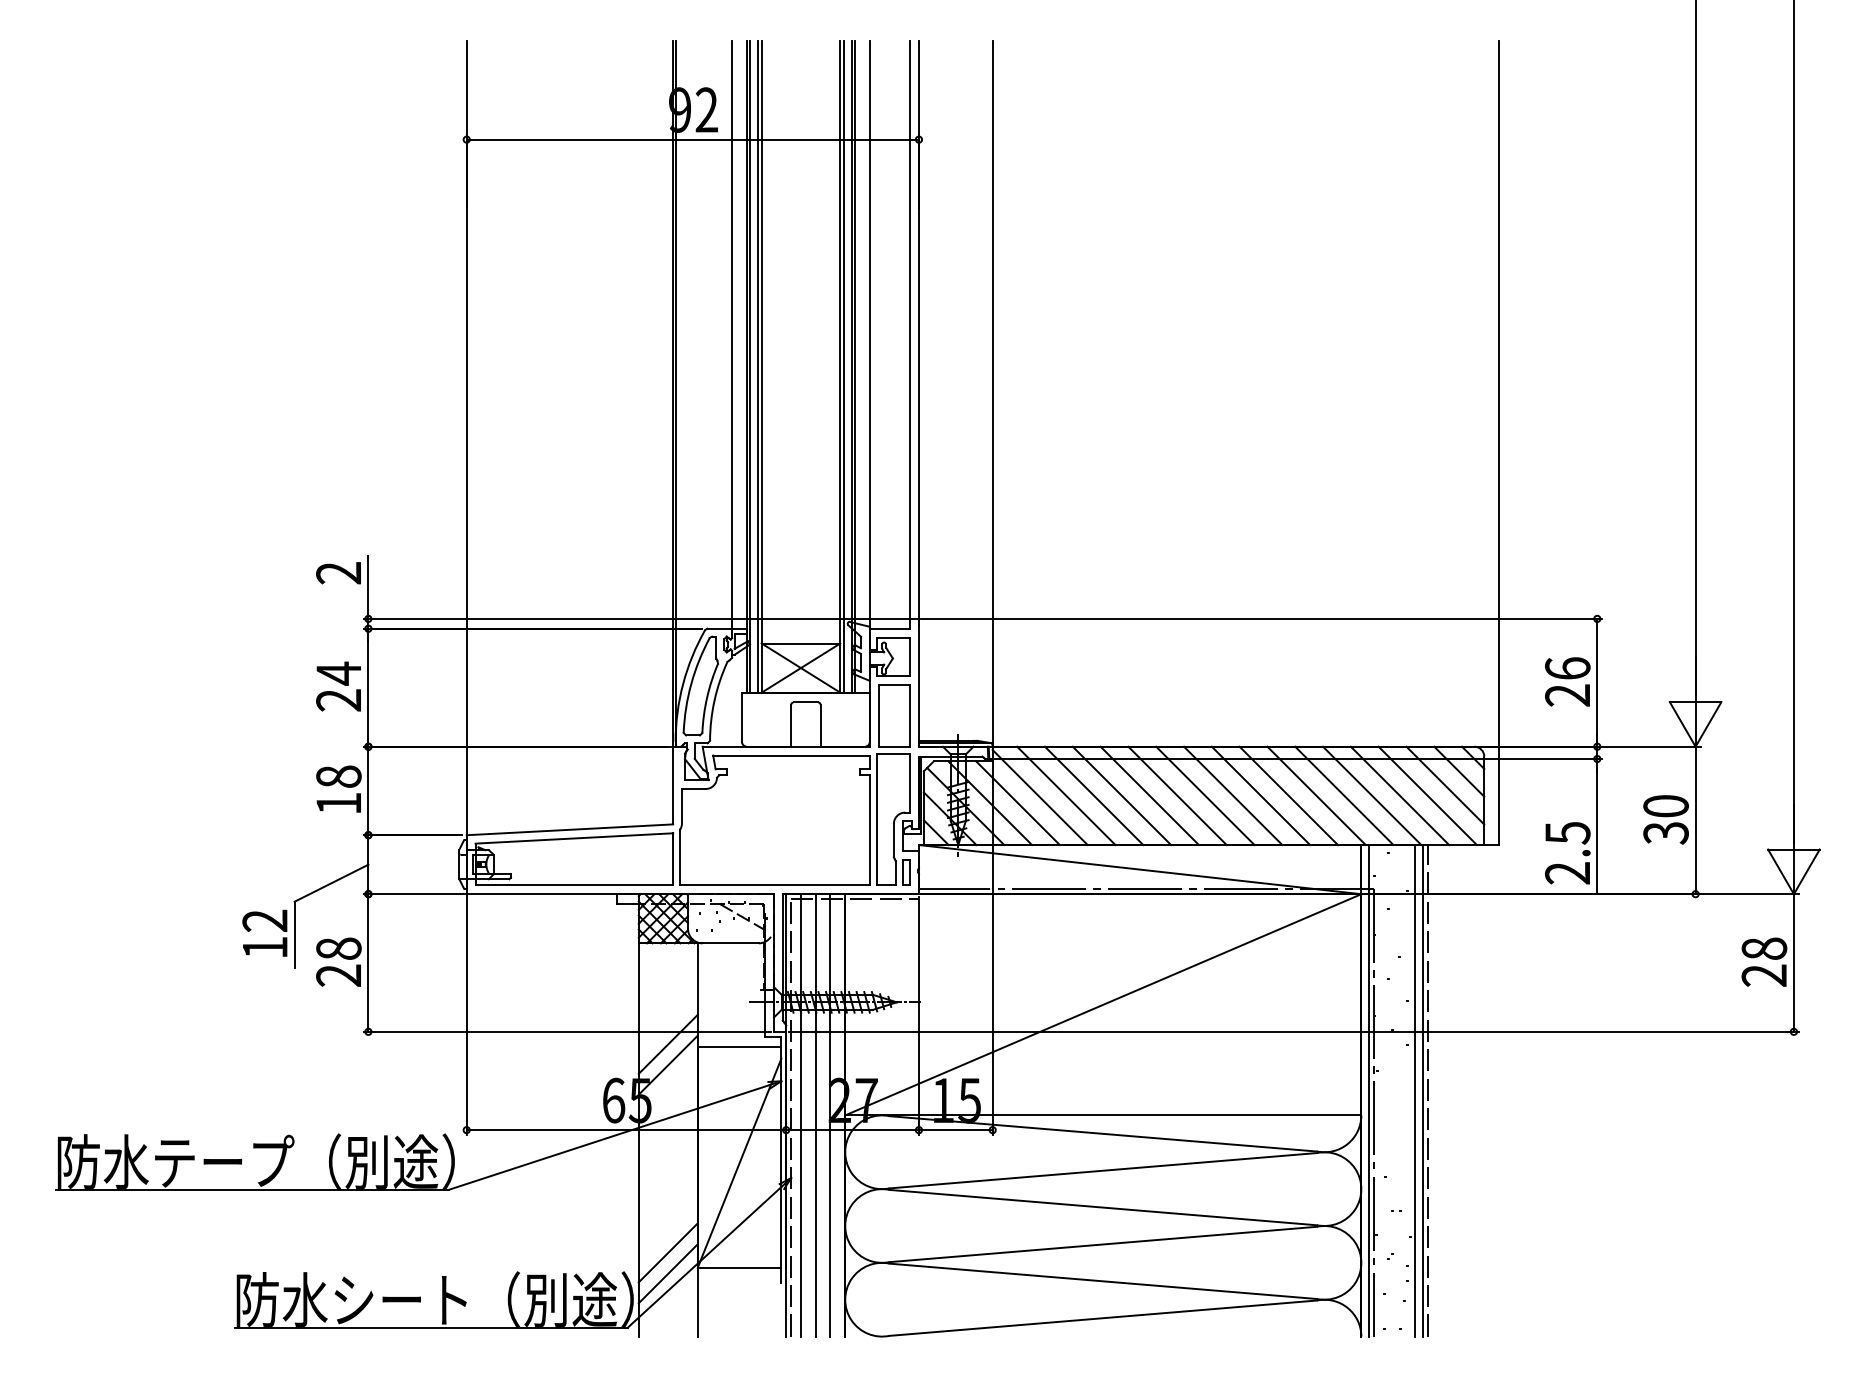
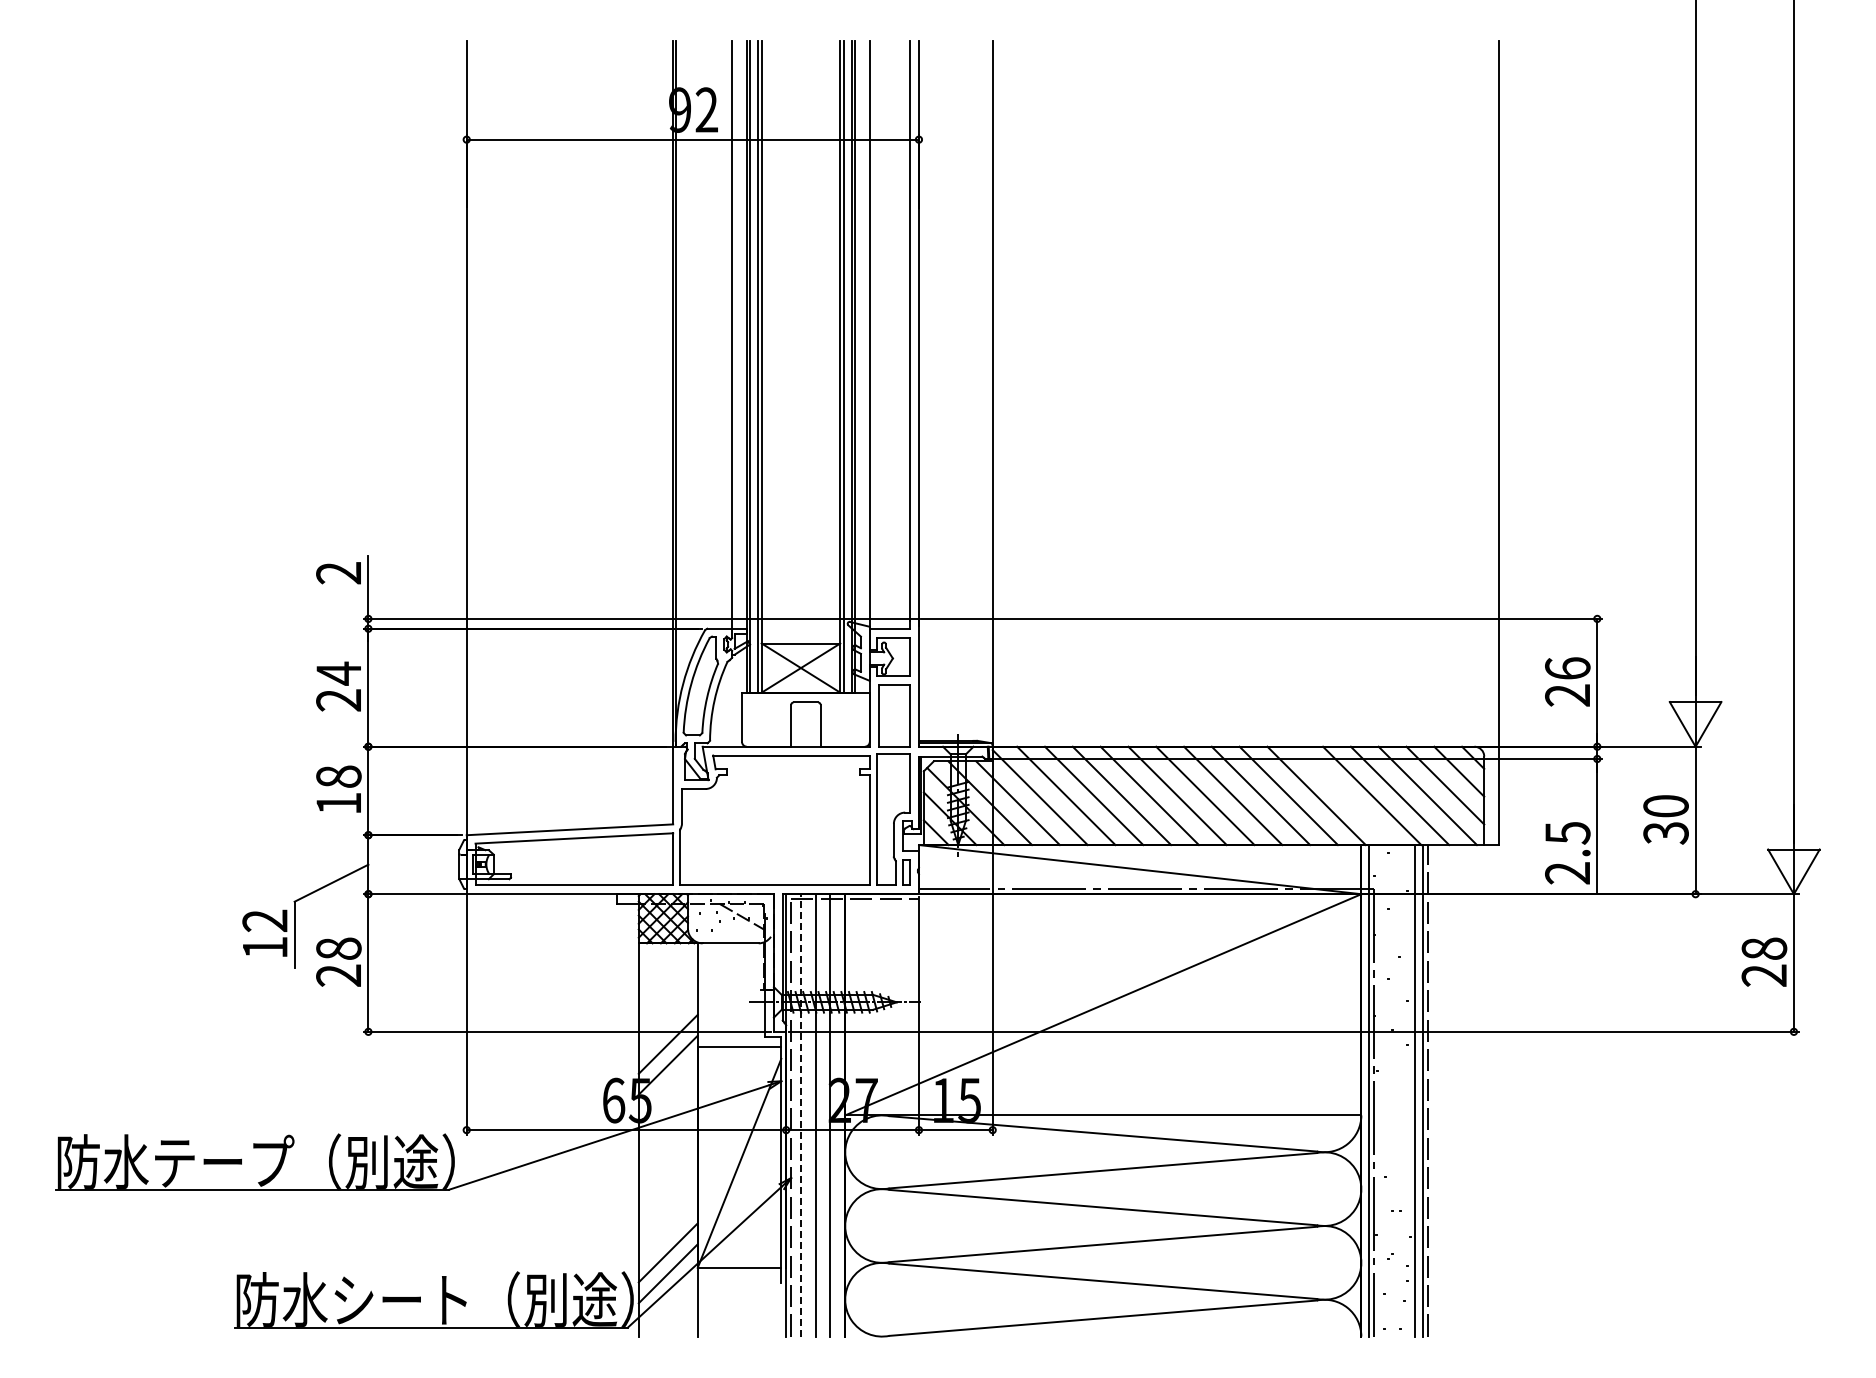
line at (1344, 795): present -> none
line at (800, 1114): solid -> dashed
